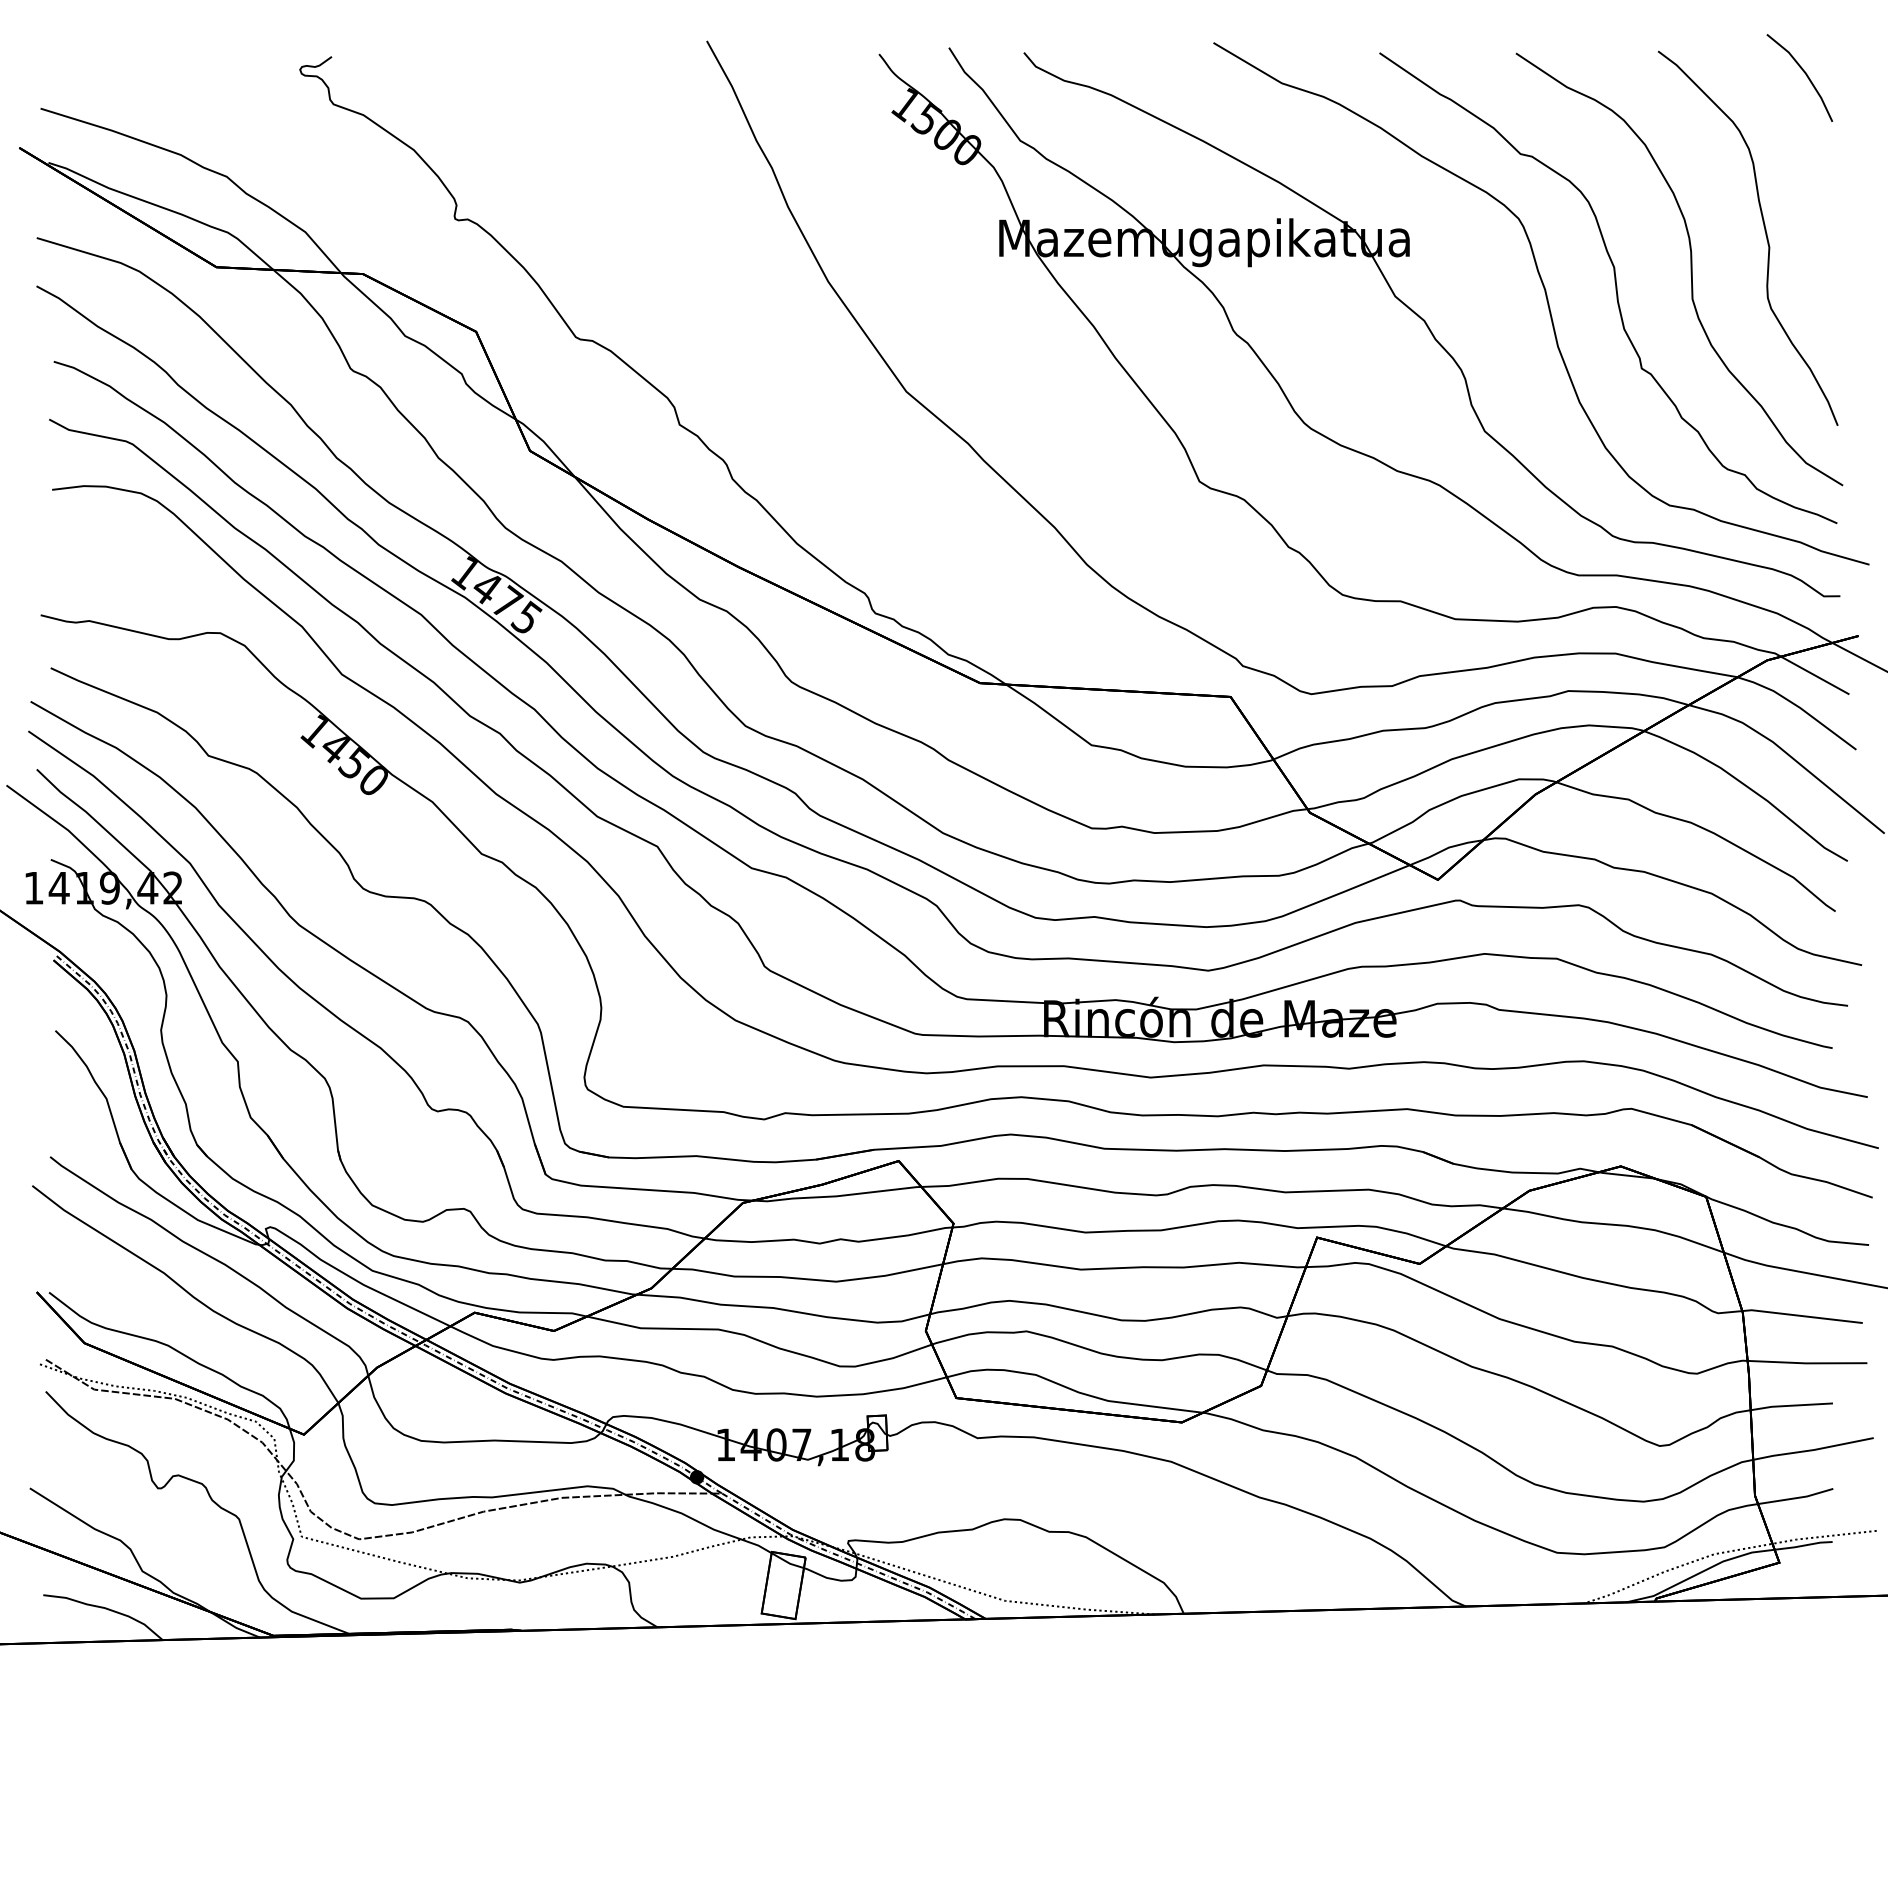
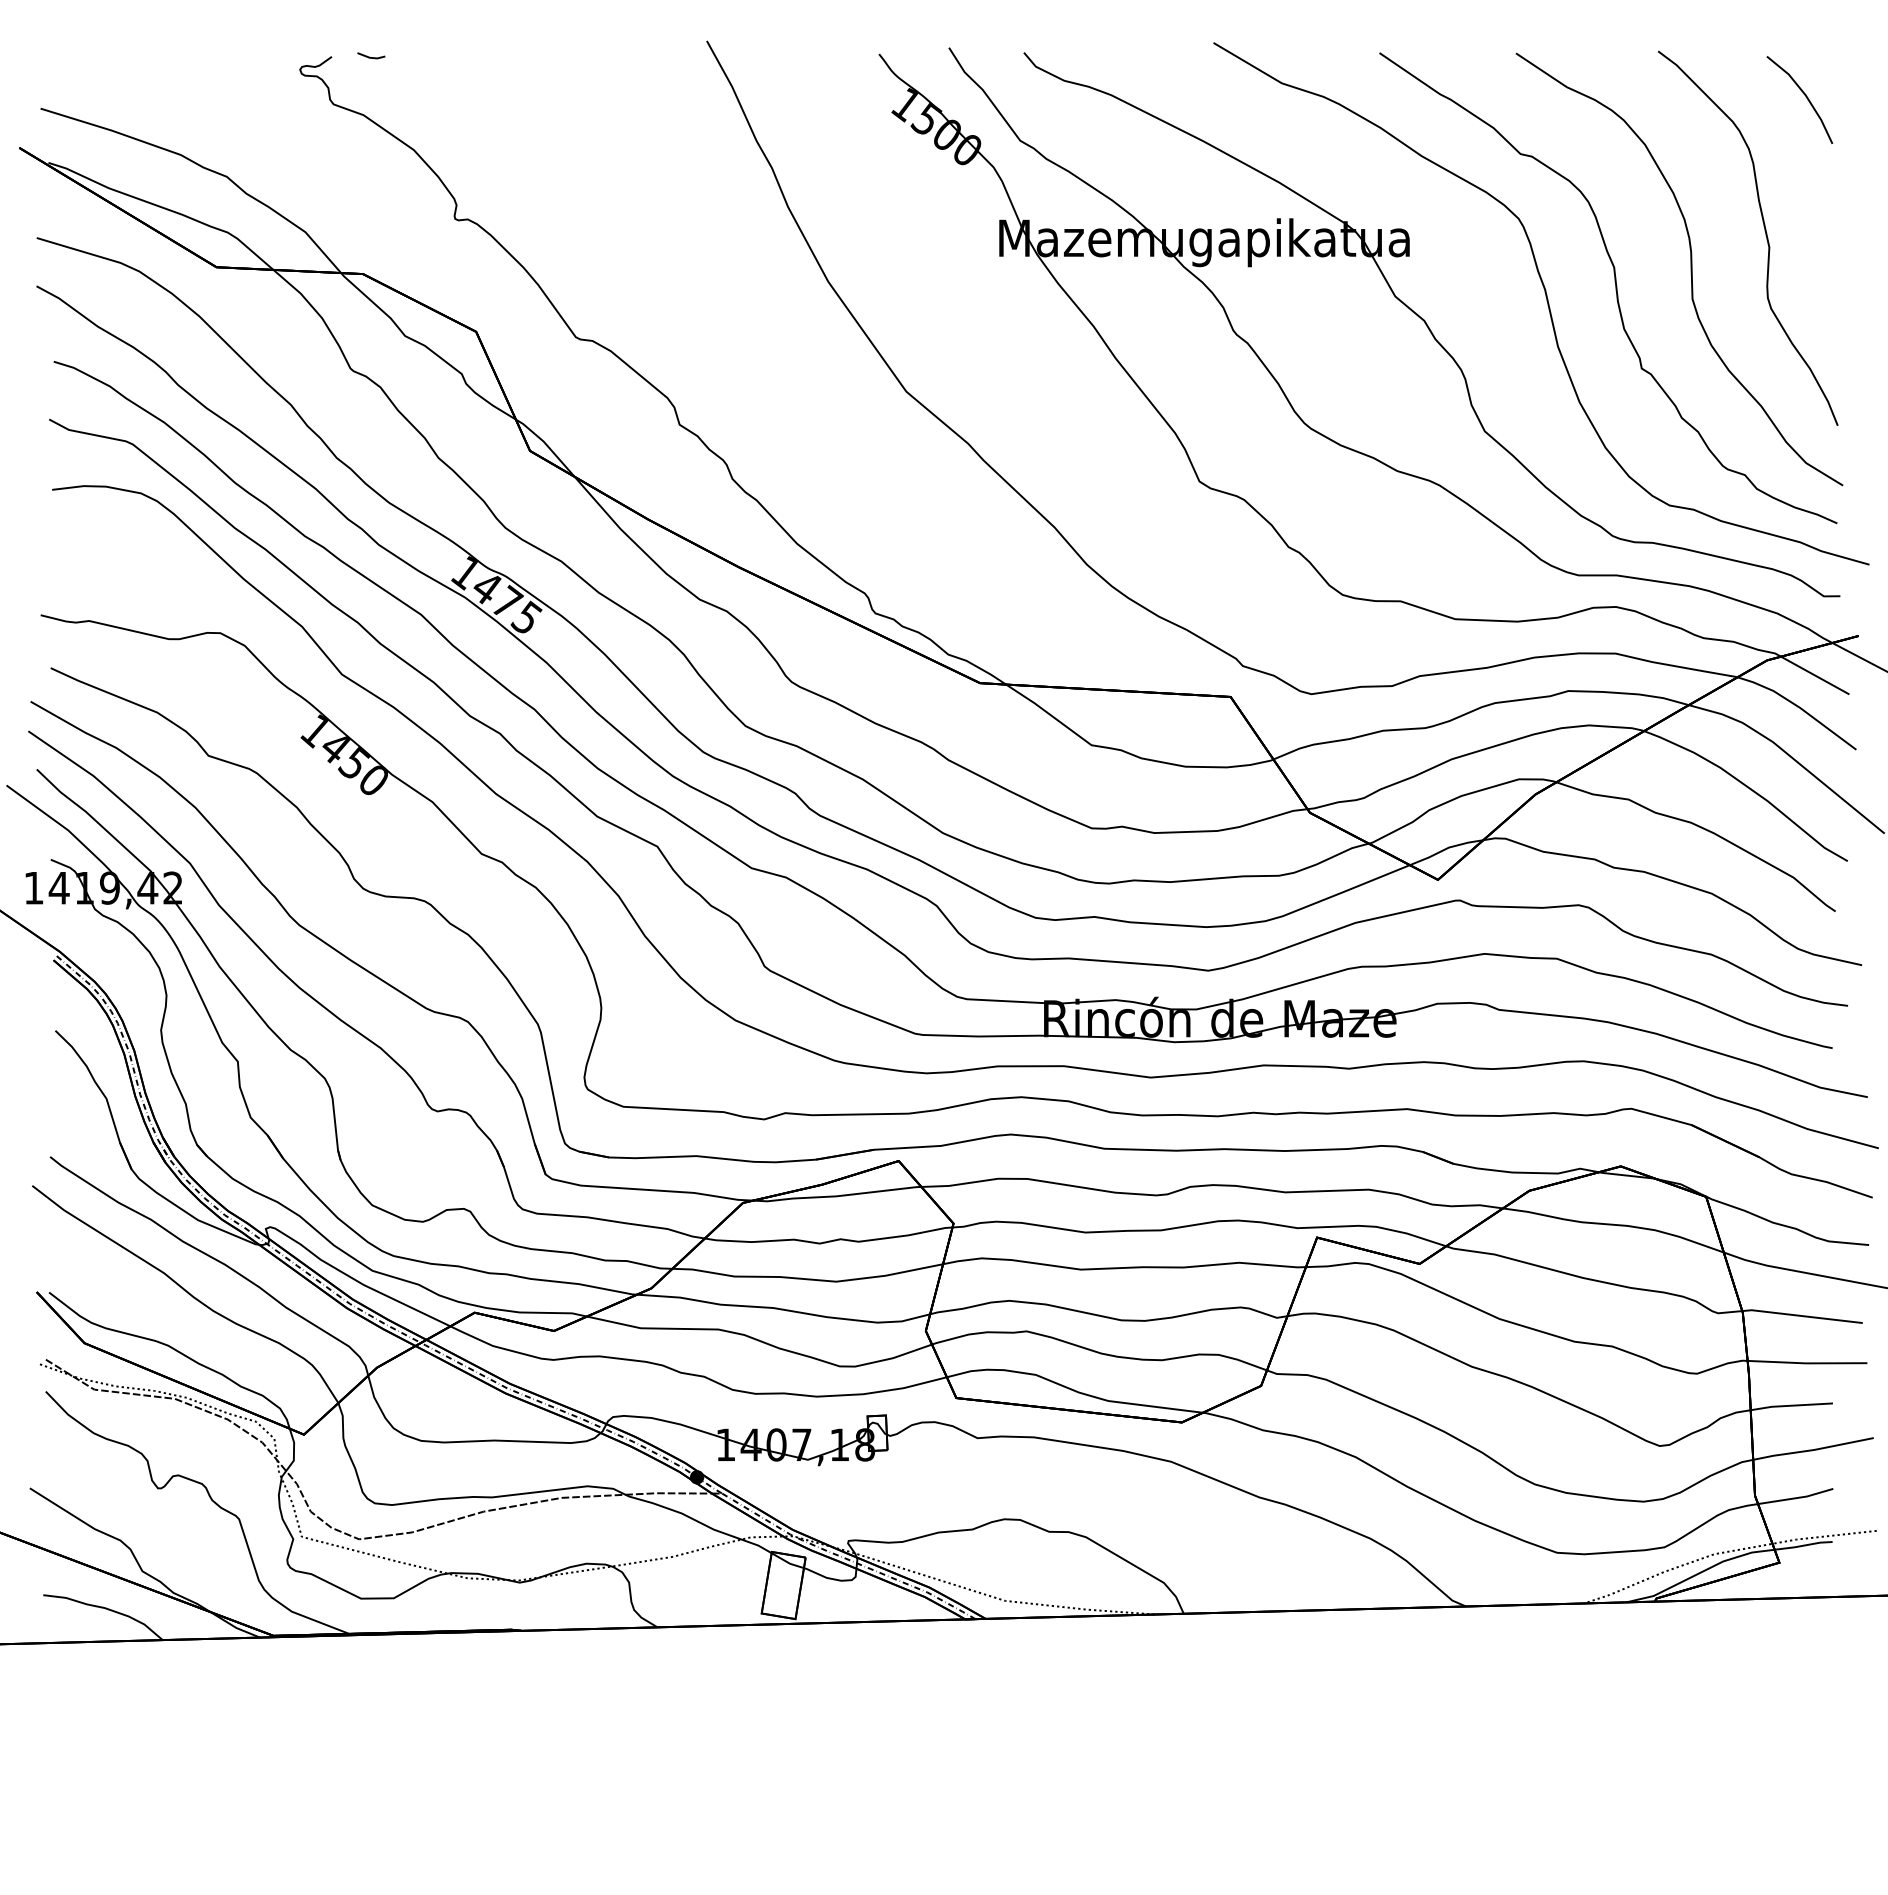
line at (370, 56): none -> present
line at (1803, 72) position: (1803, 72) -> (1803, 94)
